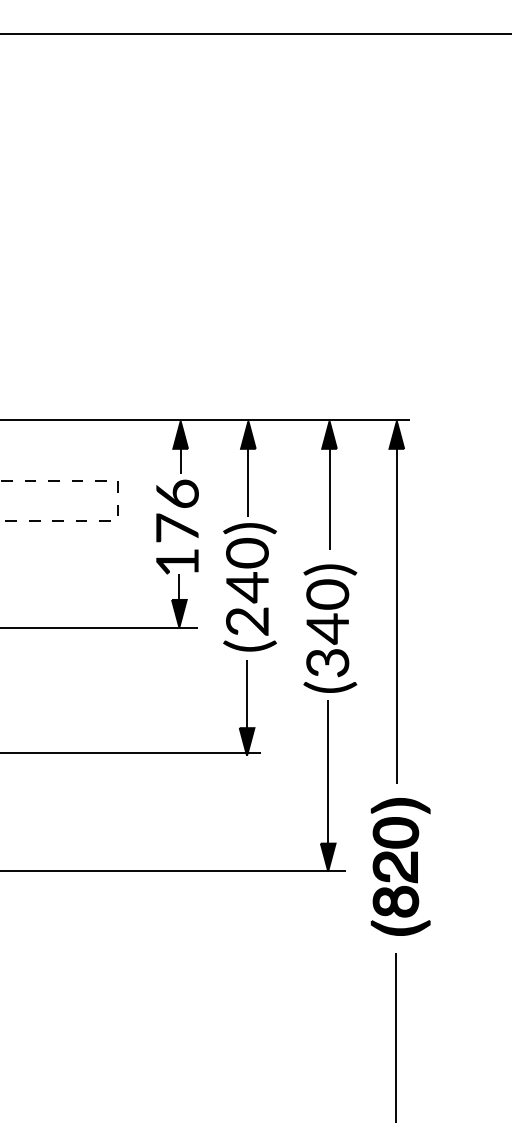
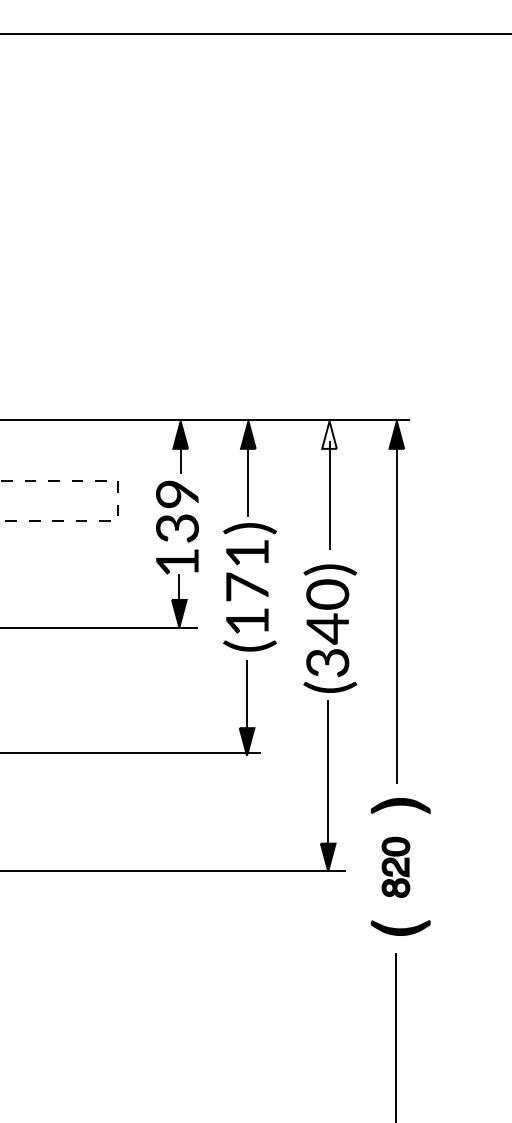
fill at (329, 434): present -> none
text at (177, 510): 176 -> 139
text at (247, 586): (240) -> (171)
part at (395, 867) size: 48x101 px -> 30x62 px
